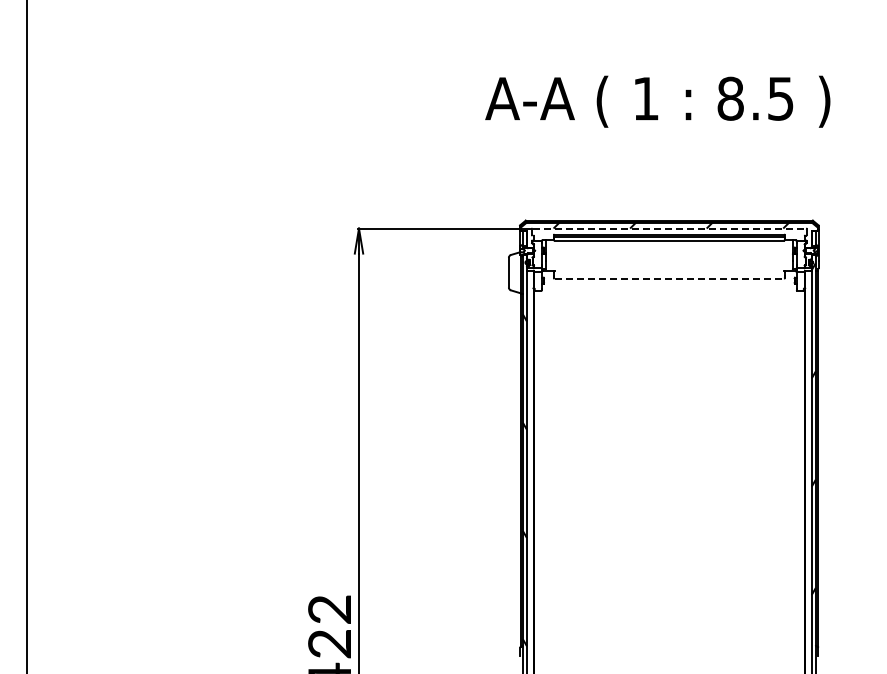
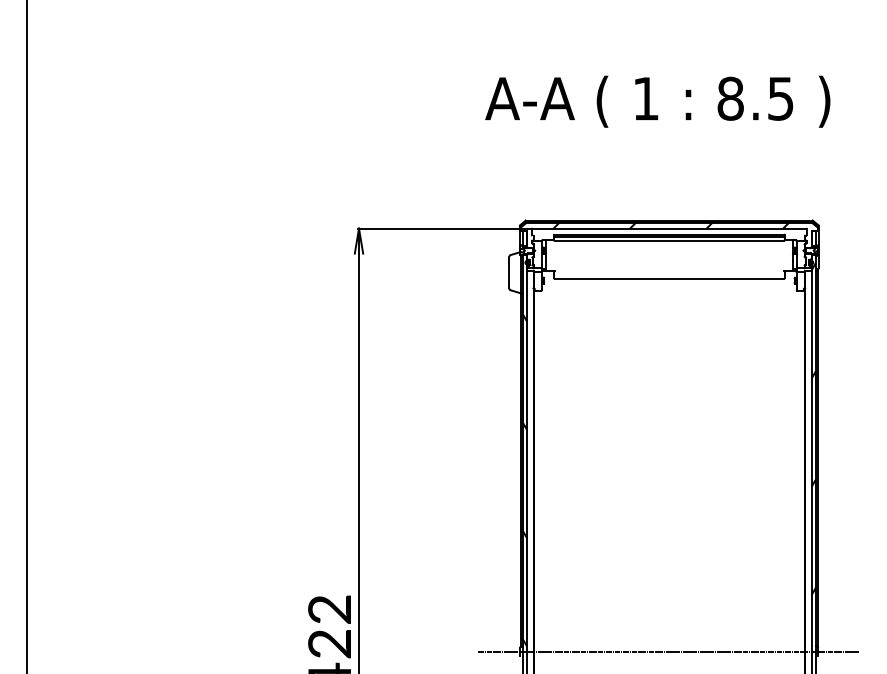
line at (669, 228): dashed -> solid
line at (669, 278): dashed -> solid
line at (669, 651): none -> present
